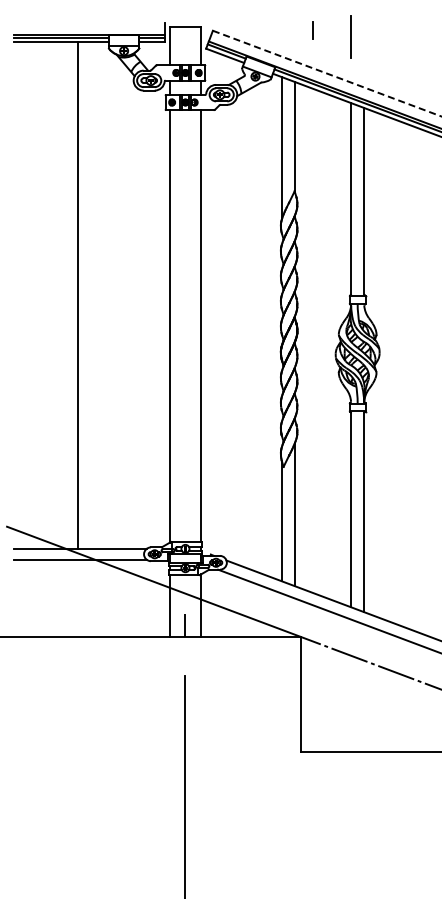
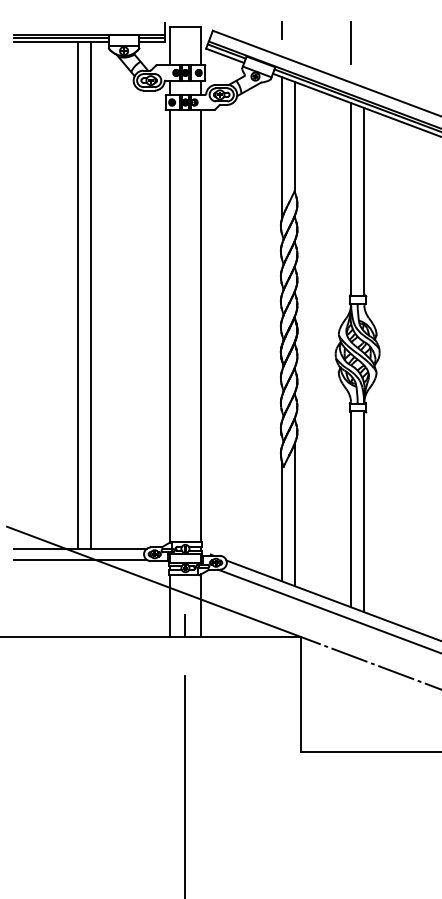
line at (312, 30) position: (312, 30) -> (281, 30)
line at (350, 36) position: (350, 36) -> (350, 42)
line at (327, 73): dashed -> solid
line at (90, 295): none -> present
